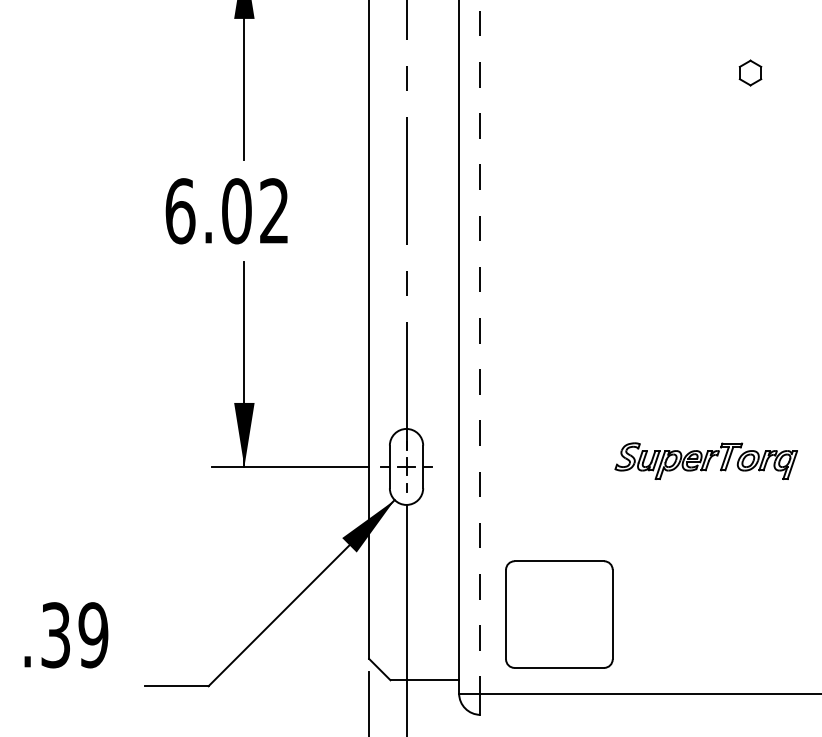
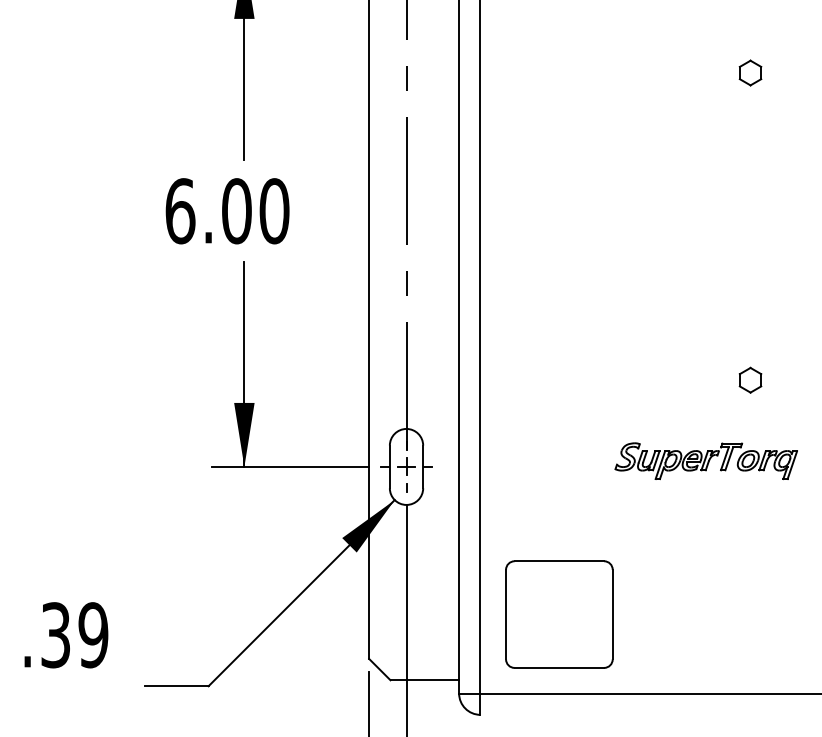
text at (274, 211): 6.02 -> 6.00
line at (480, 347): dashed -> solid
part at (750, 379): none -> present
